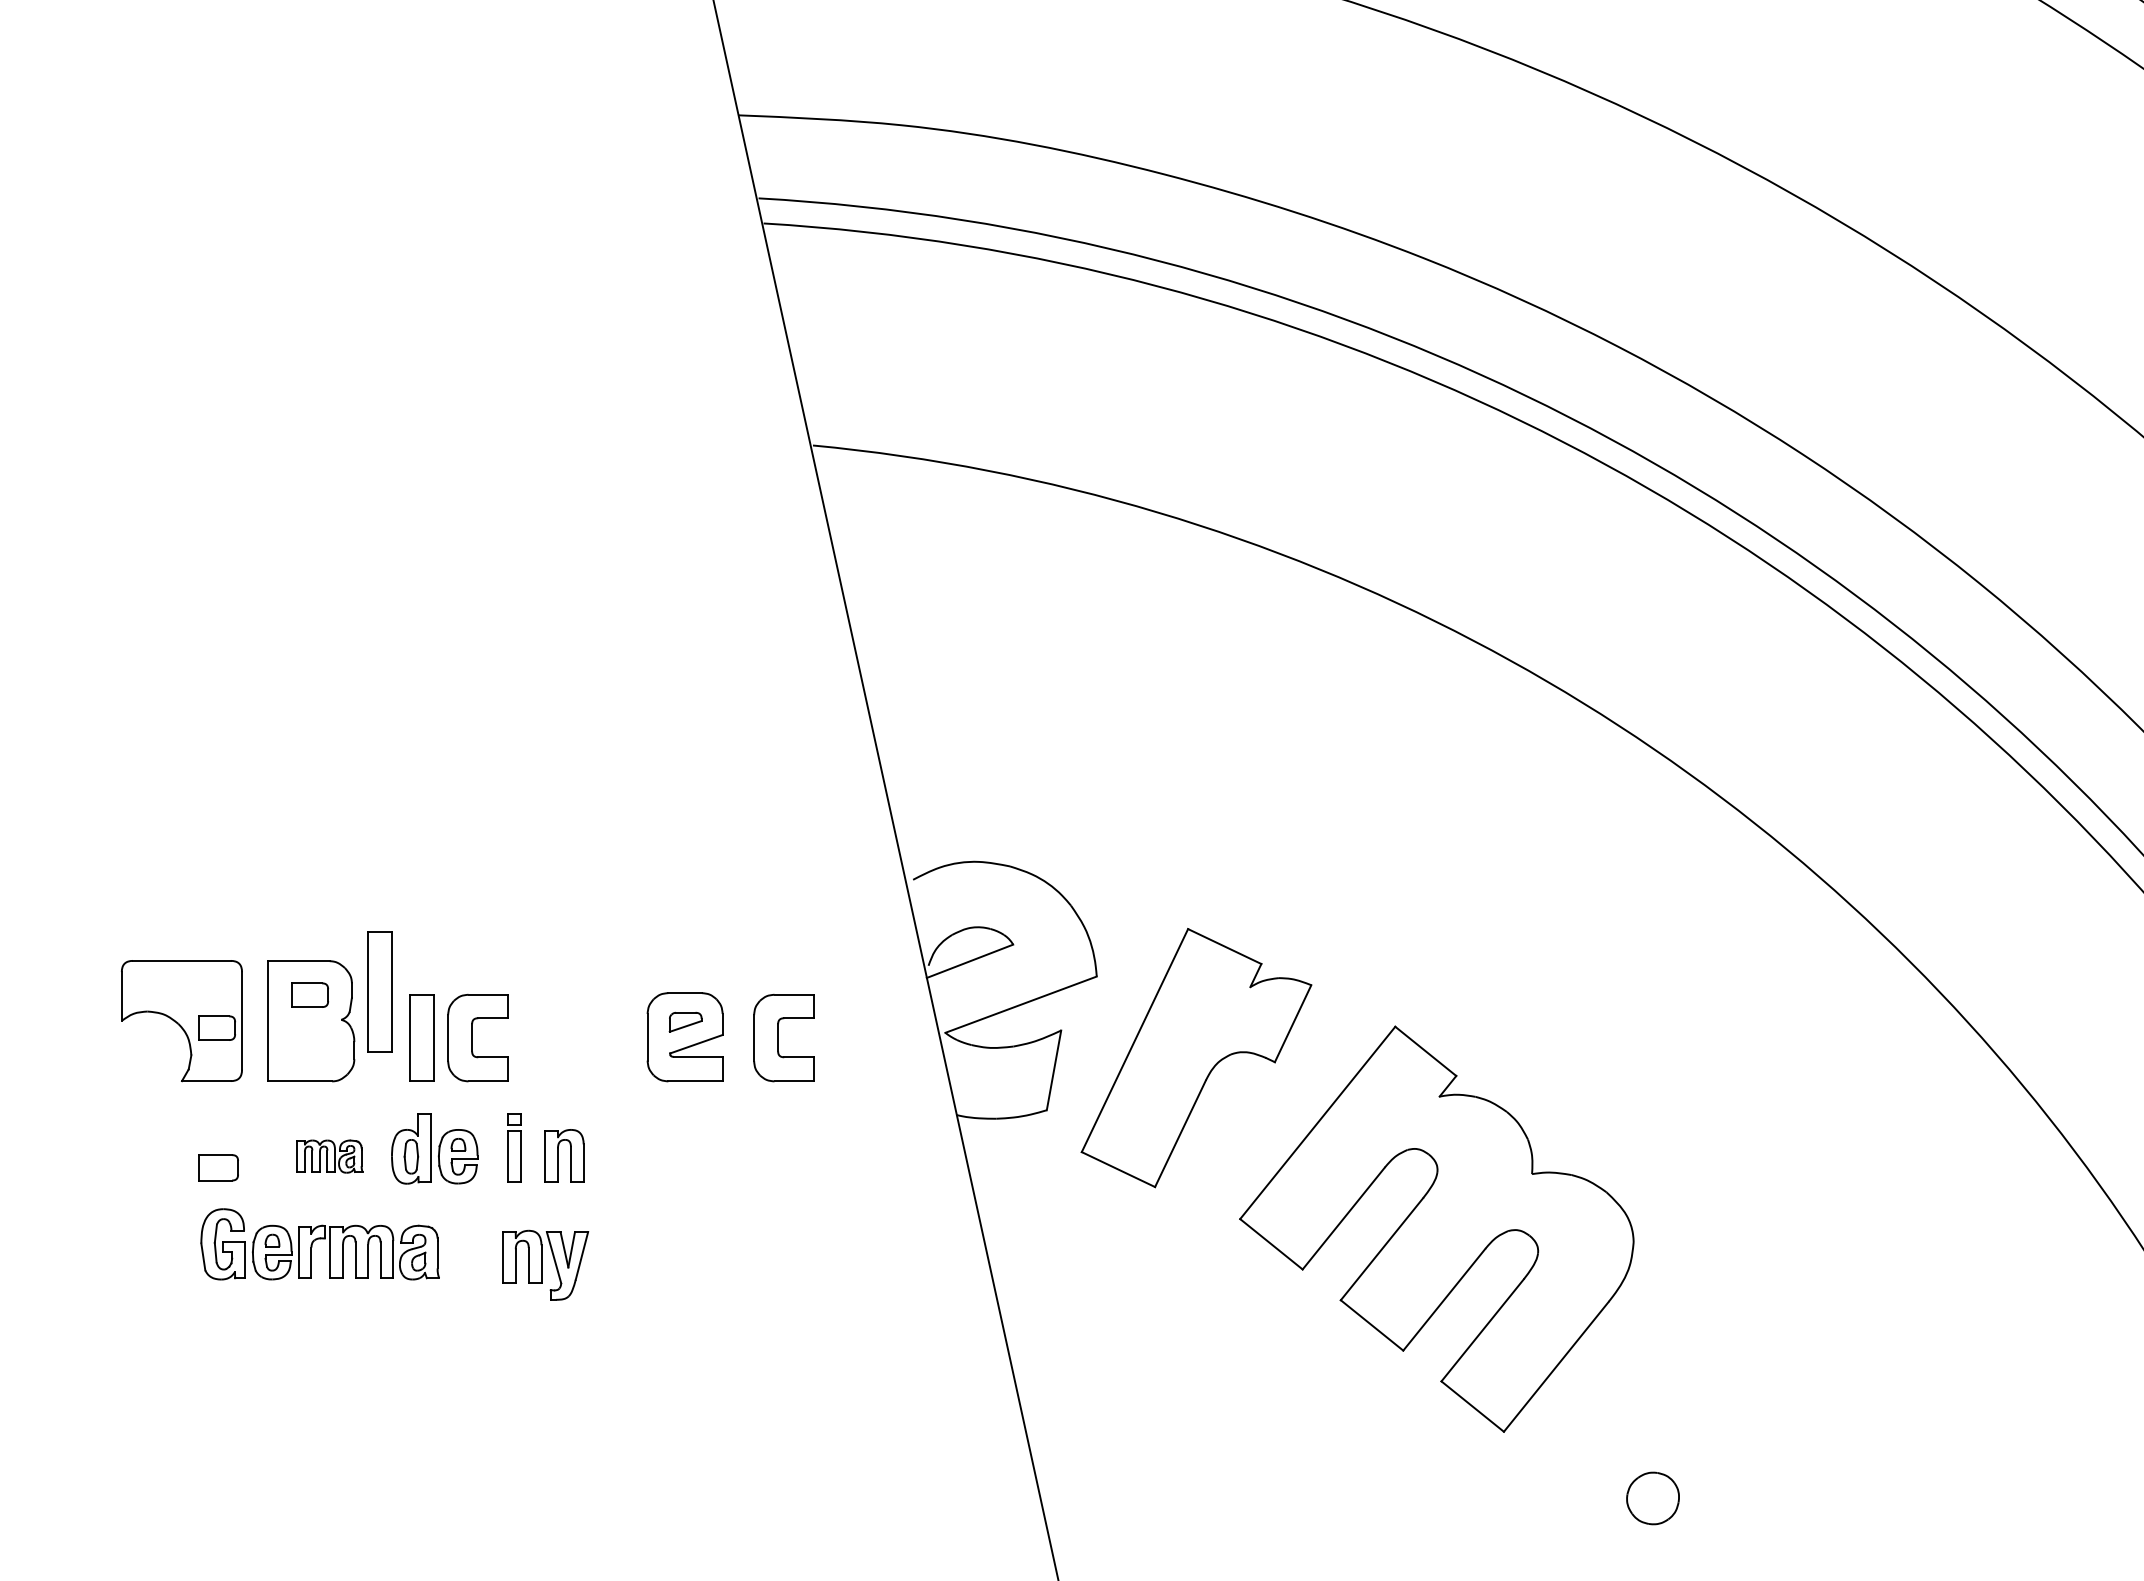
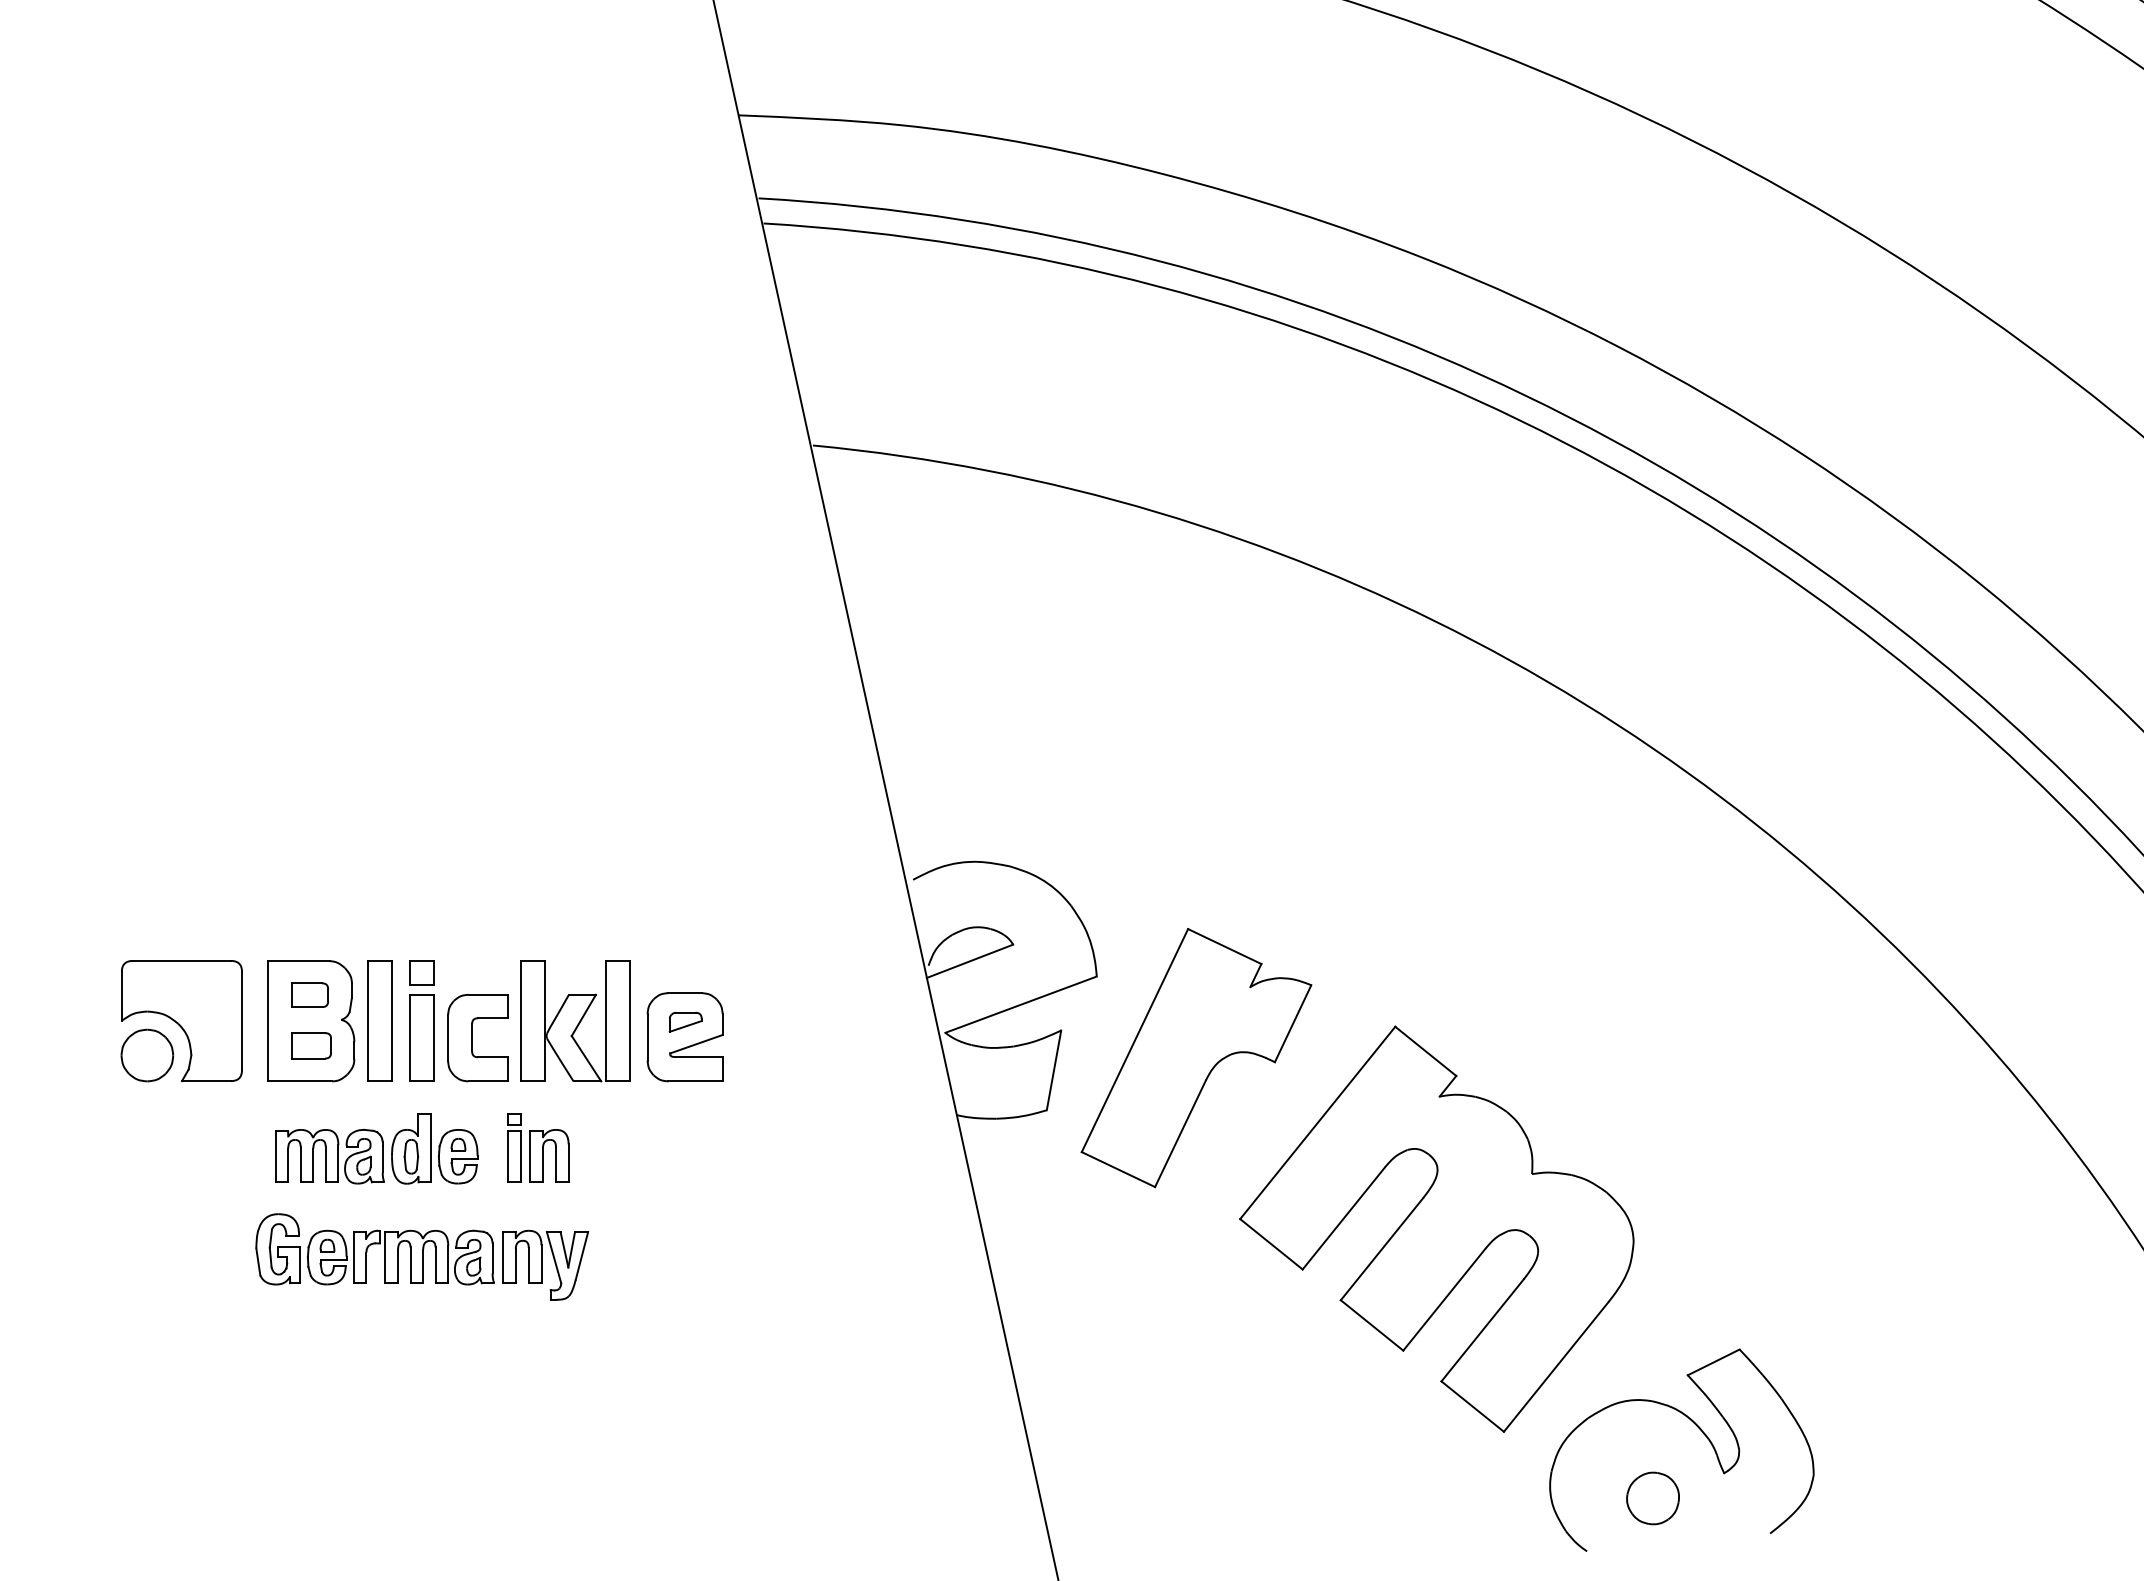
part at (421, 972): none -> present
part at (379, 991) position: (379, 991) -> (379, 1020)
part at (575, 1021): none -> present
part at (216, 1027): present -> none
part at (783, 1038): present -> none
part at (147, 1055): none -> present
part at (564, 1155) position: (564, 1155) -> (549, 1155)
part at (329, 1156) size: 68x35 px -> 110x57 px
part at (218, 1167) position: (218, 1167) -> (311, 1045)
part at (319, 1244) position: (319, 1244) -> (374, 1249)
part at (1702, 1433): none -> present
